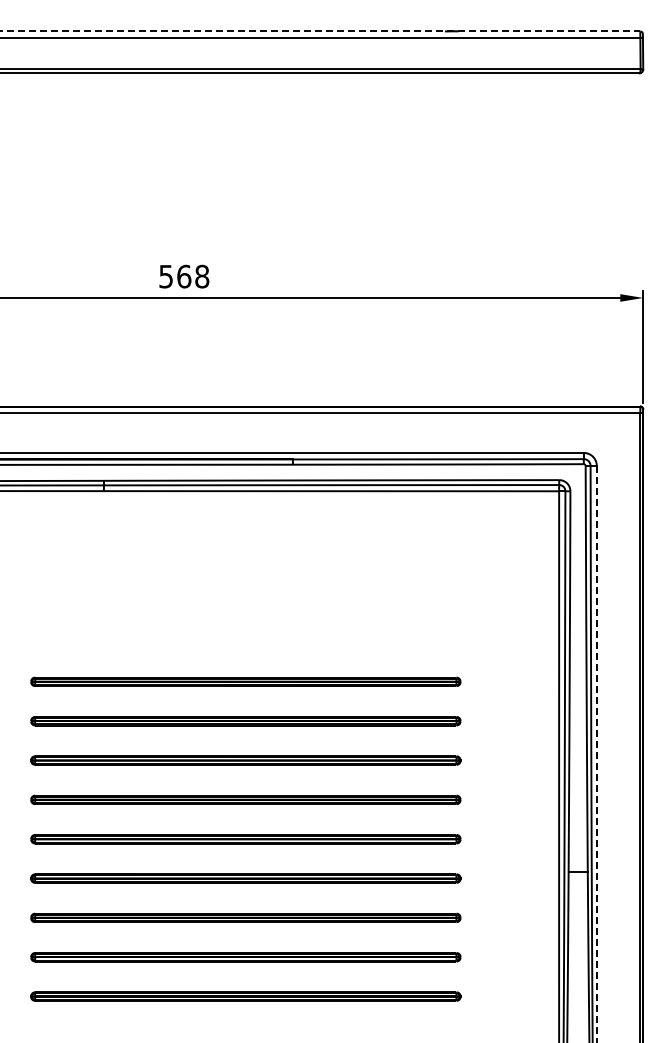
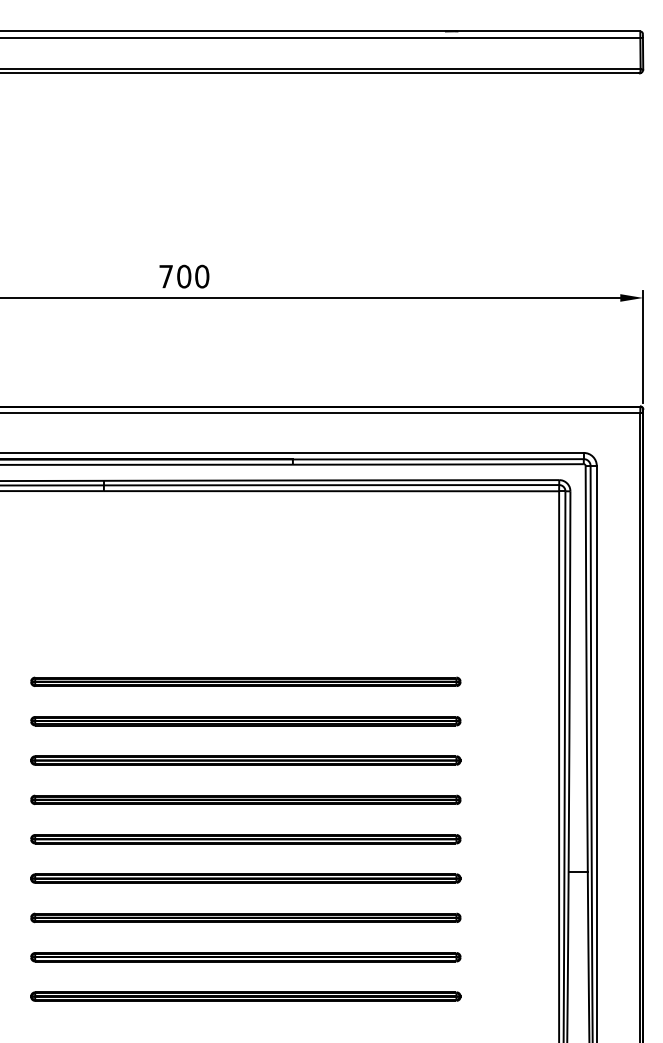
line at (320, 31): dashed -> solid
text at (184, 276): 568 -> 700
line at (596, 754): dashed -> solid
